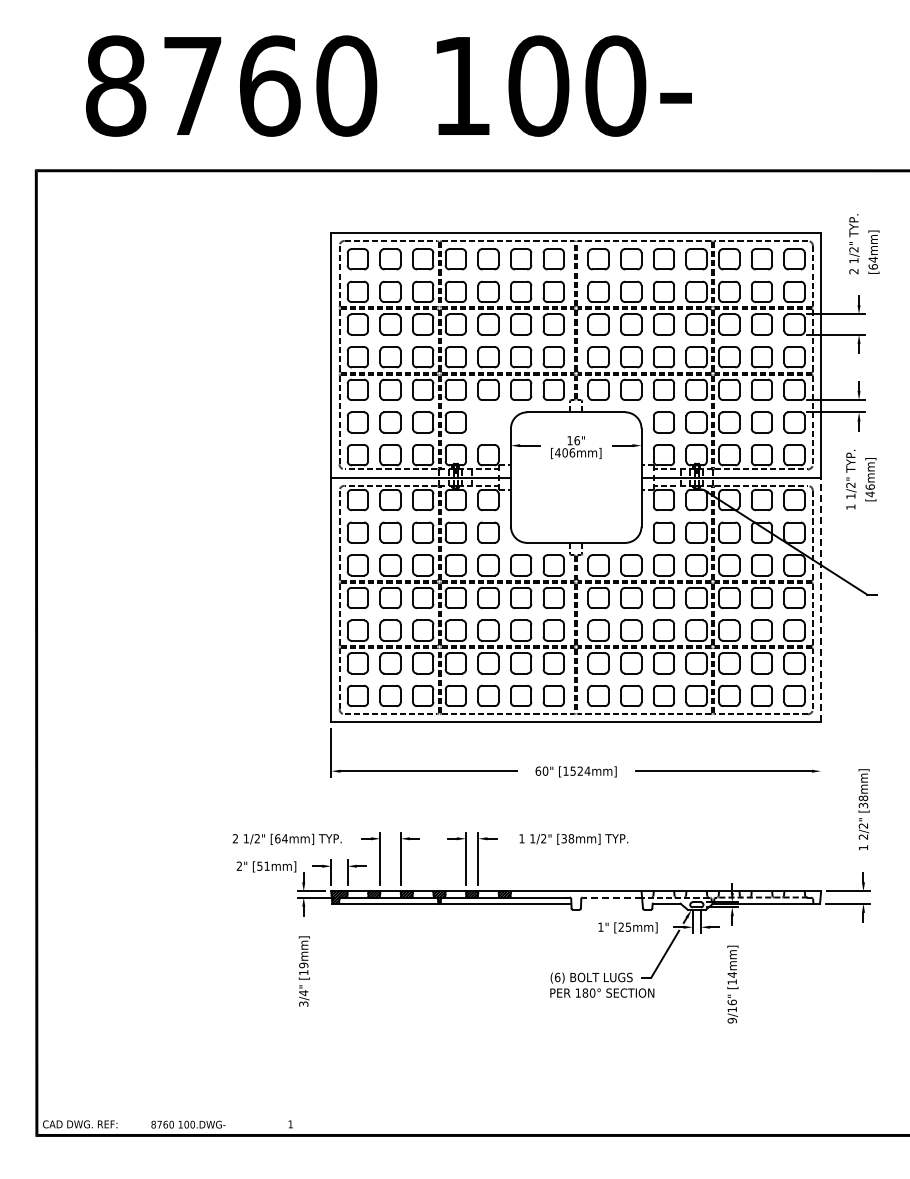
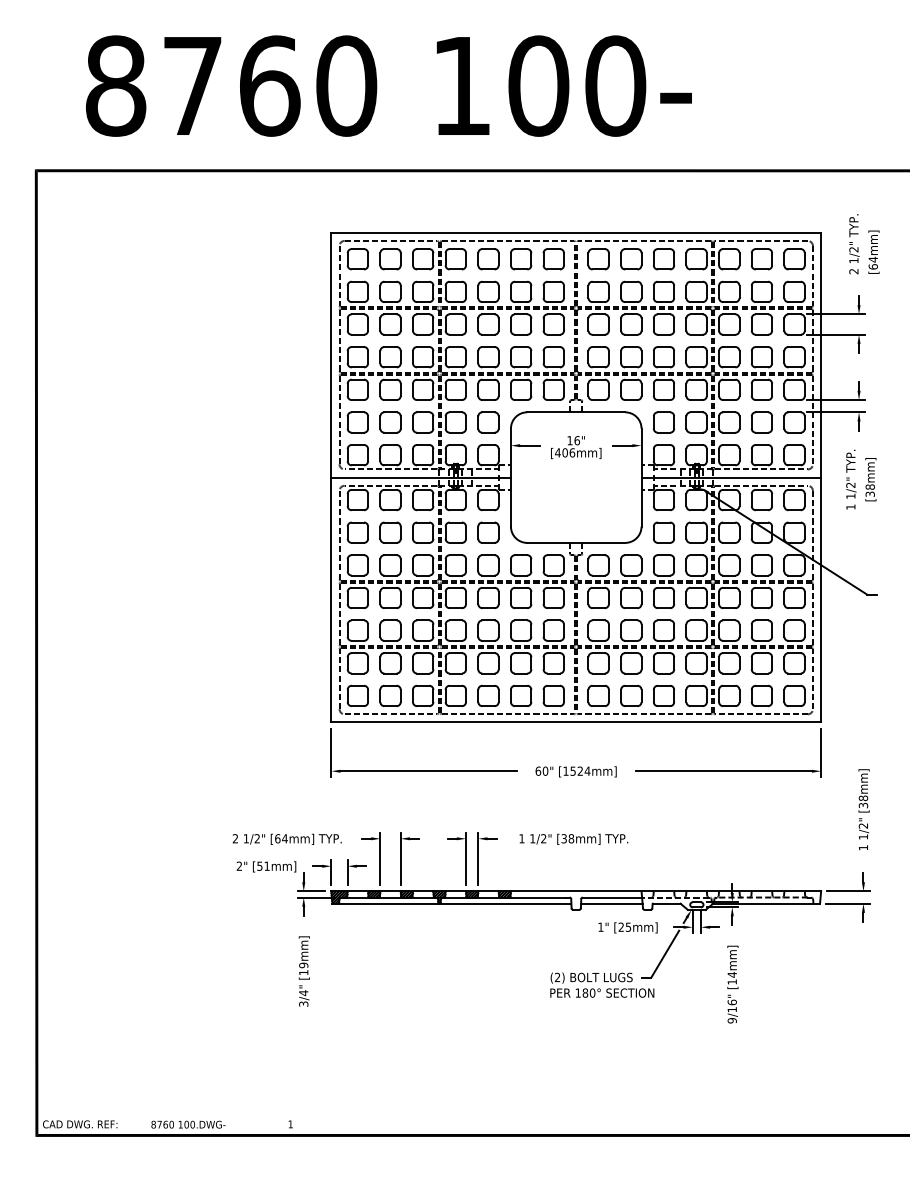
part at (488, 422): none -> present
text at (869, 490): [46mm] -> [38mm]
line at (821, 599): dashed -> solid
line at (821, 752): none -> present
text at (862, 836): 2/2" -> 1/2"
line at (612, 897): dashed -> solid
line at (611, 903): none -> present
text at (557, 977): (6) -> (2)
